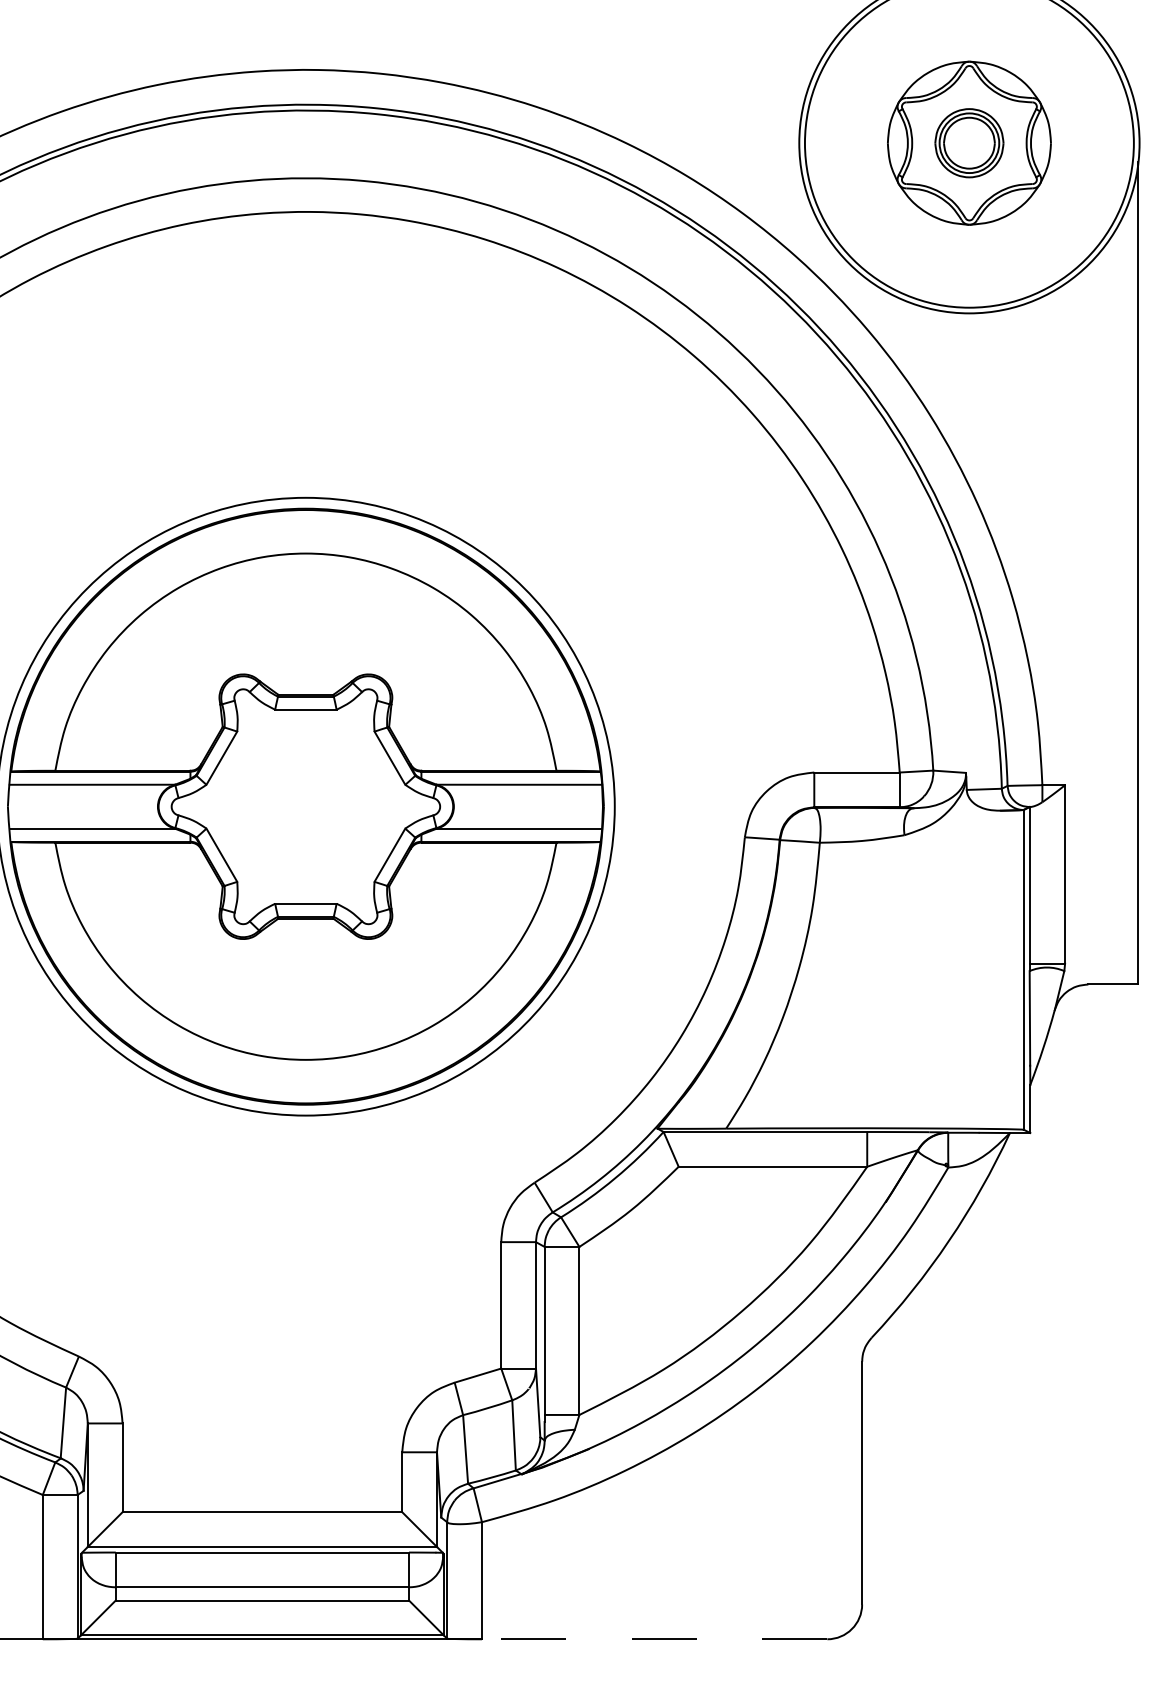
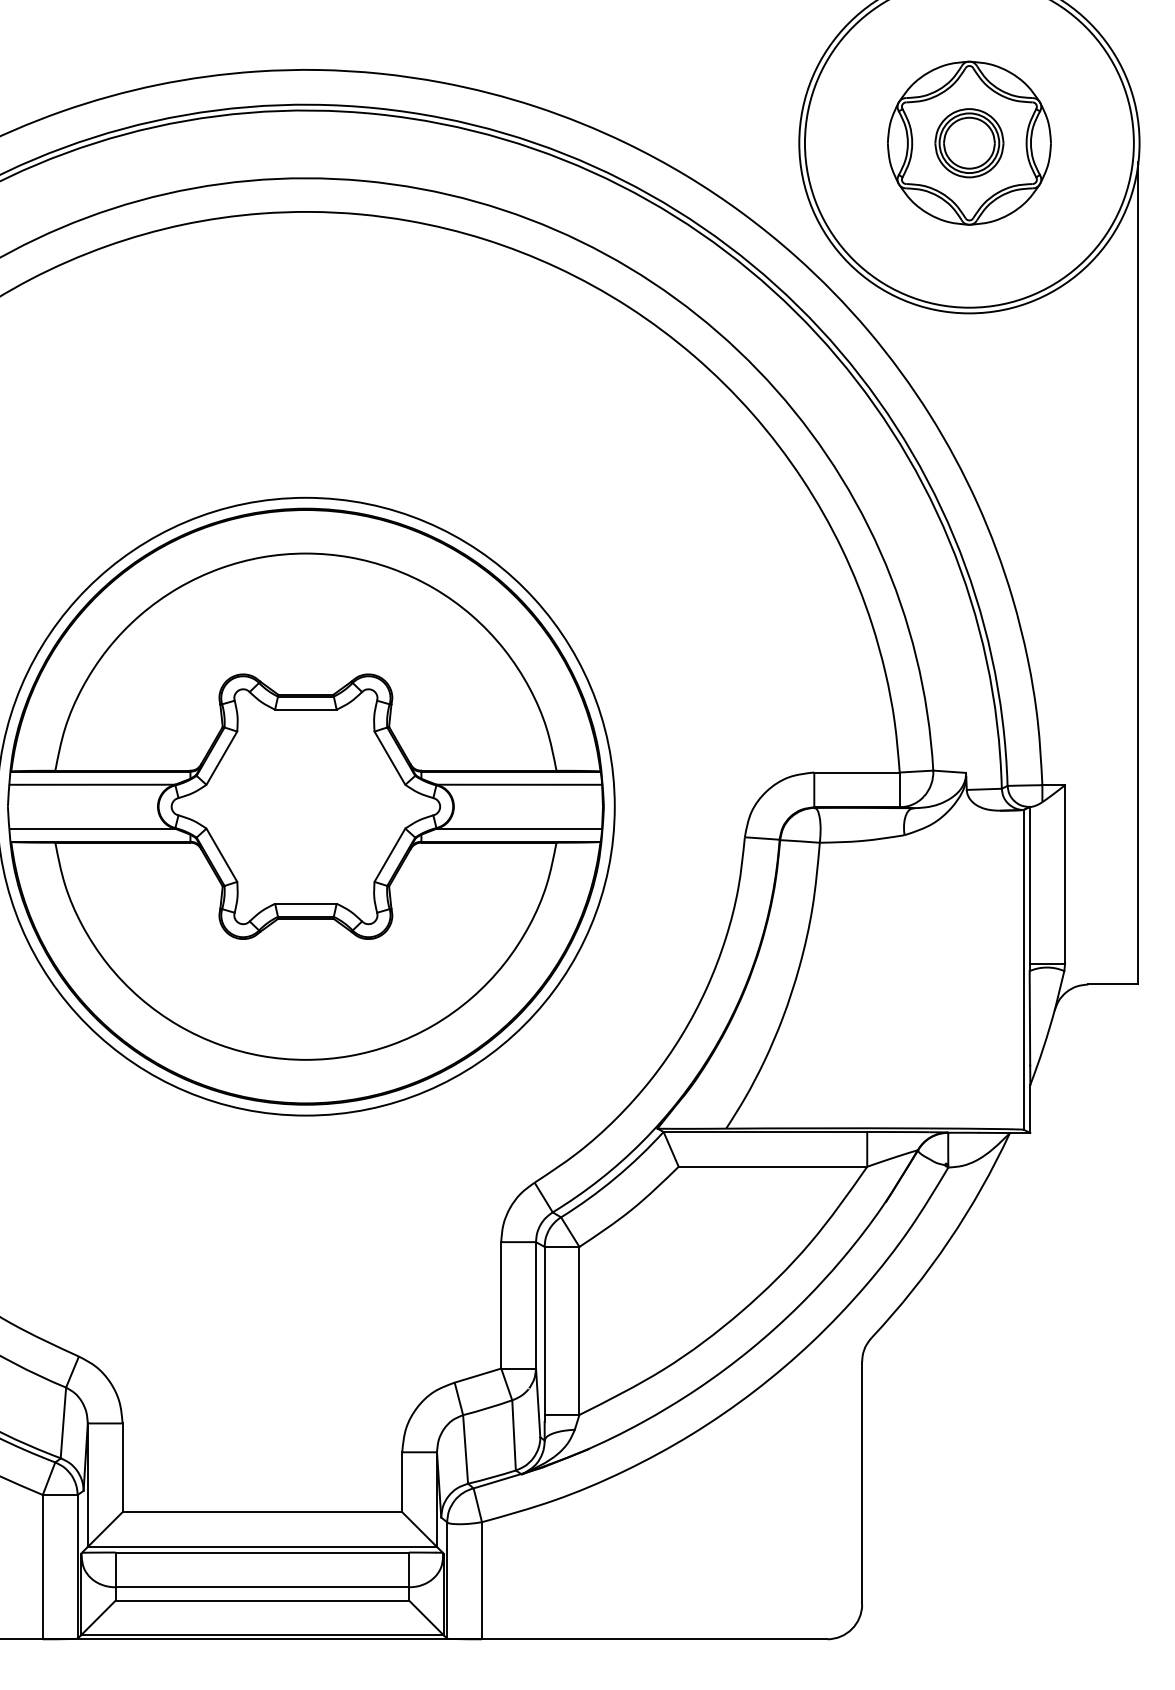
line at (654, 1639): dashed -> solid
